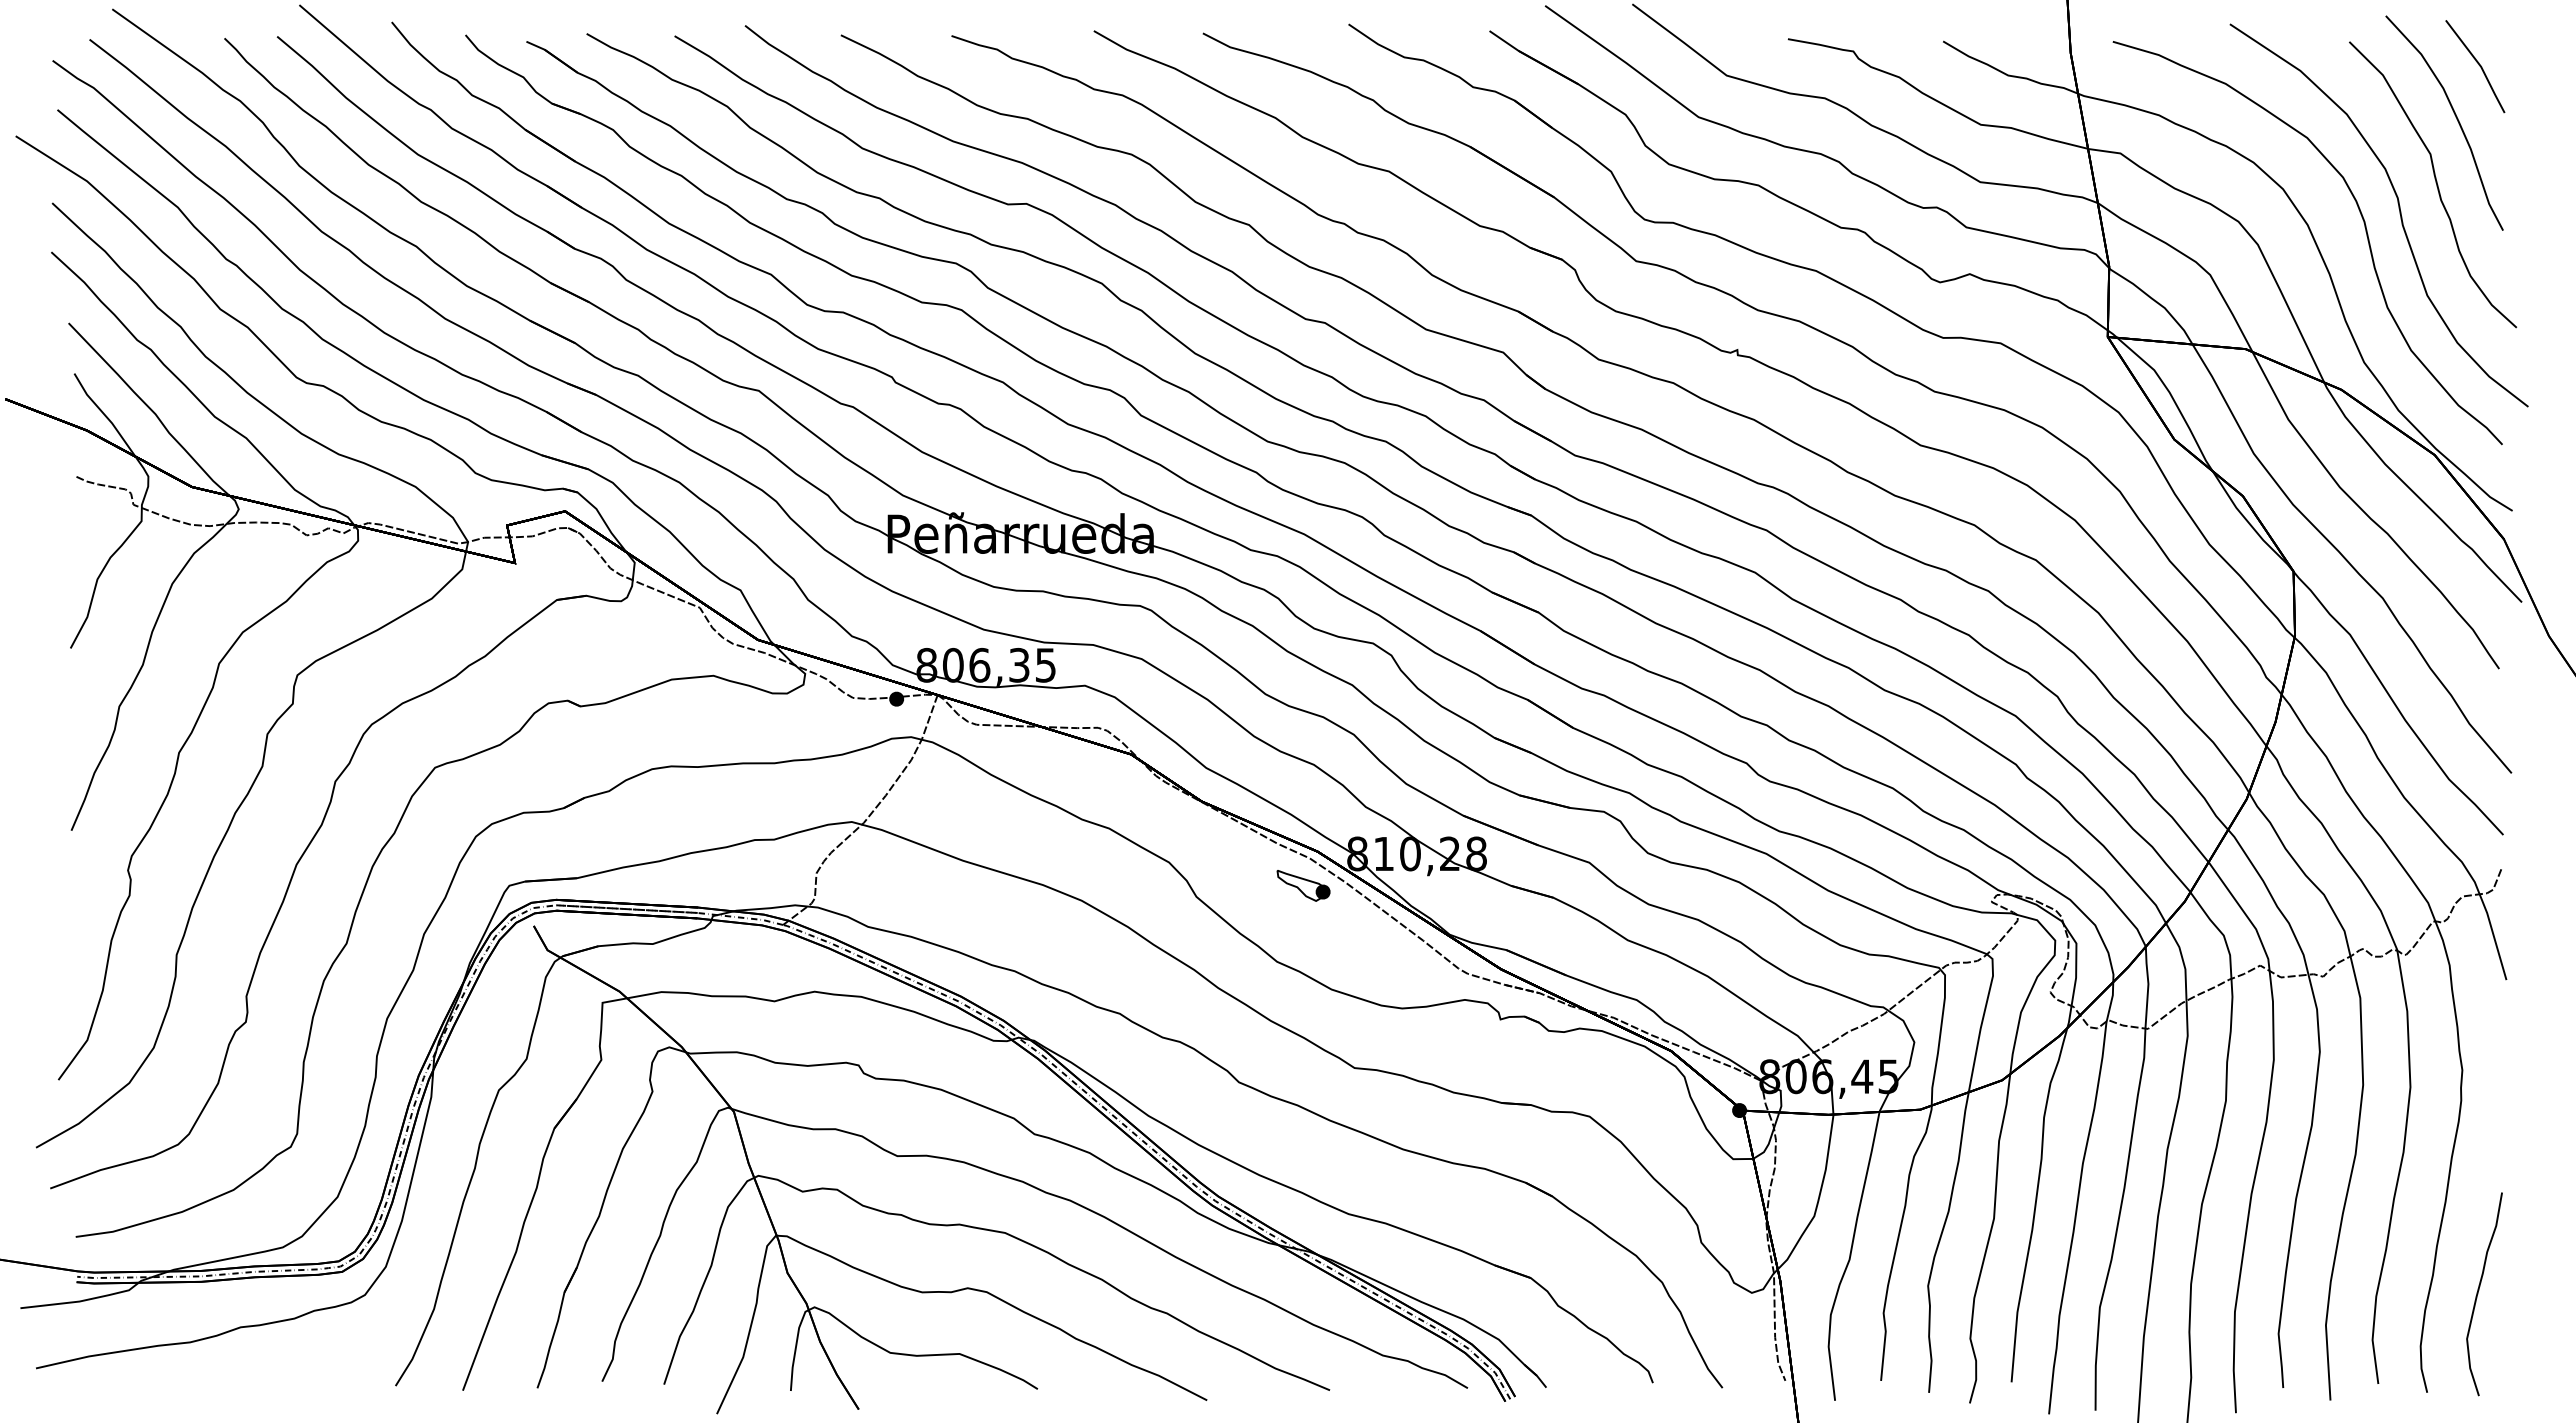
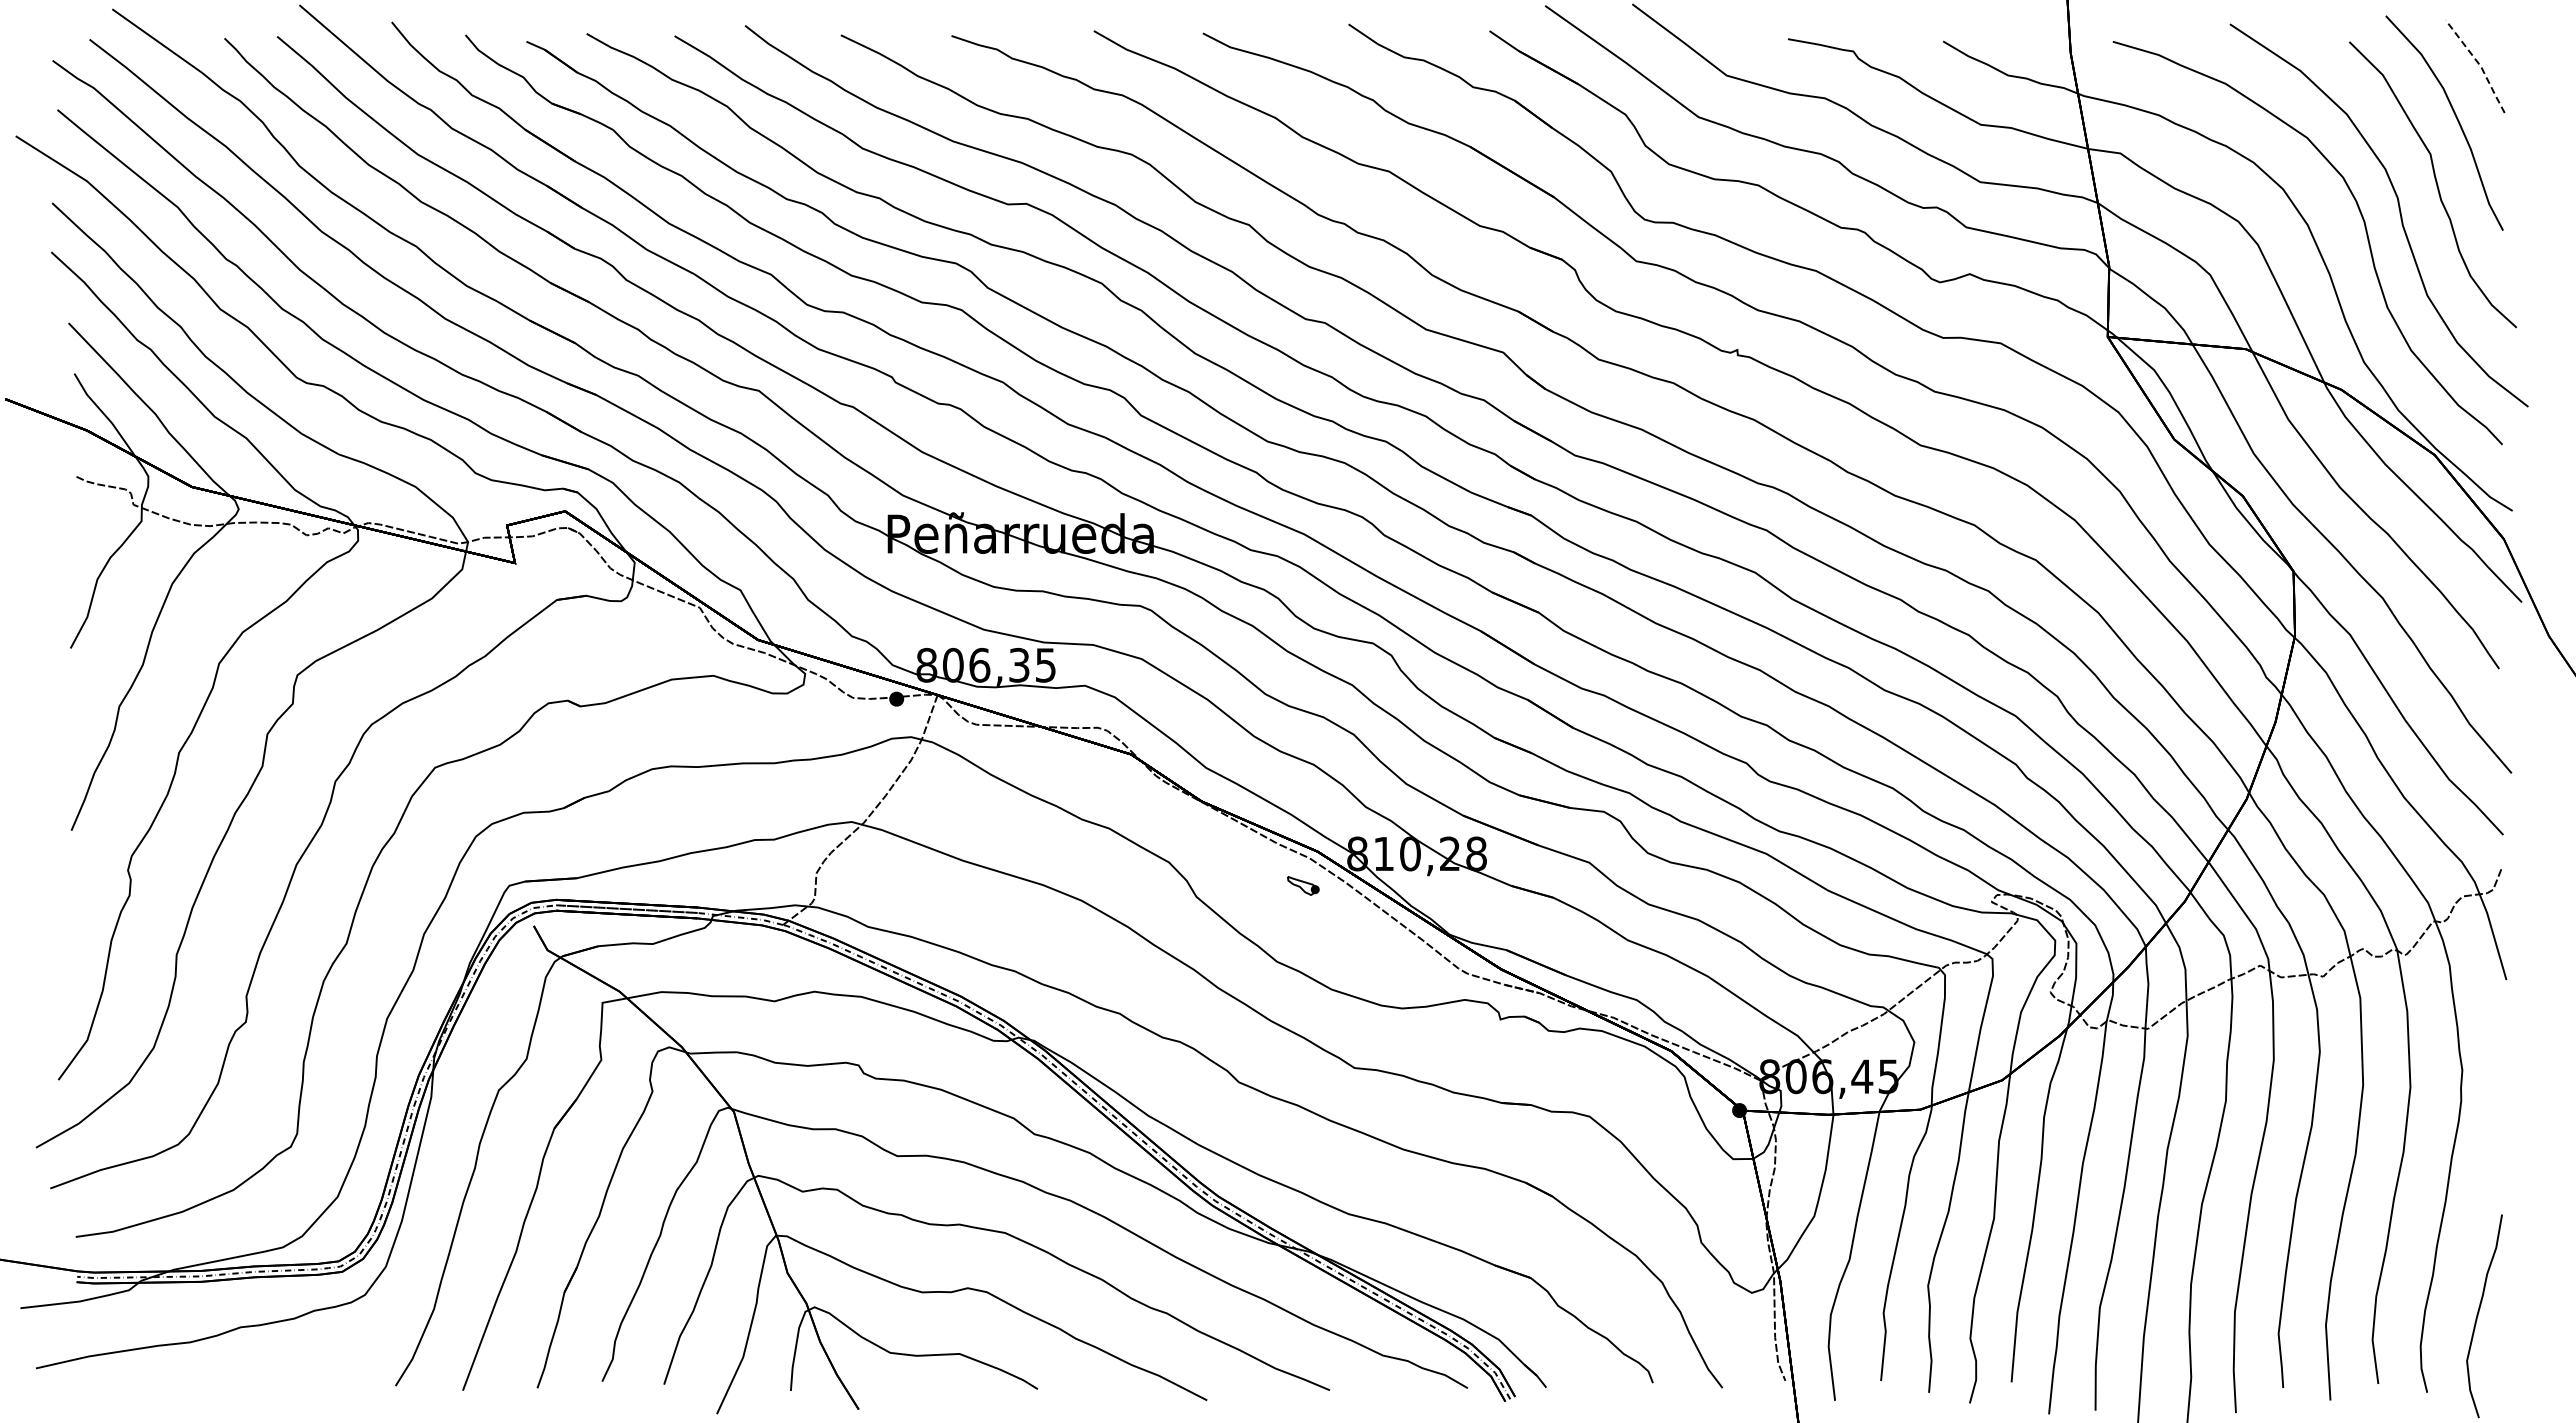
line at (2479, 65): solid -> dashed
part at (1303, 885) size: 55x32 px -> 33x20 px
curve at (2478, 1294) position: (2478, 1294) -> (2478, 1316)
